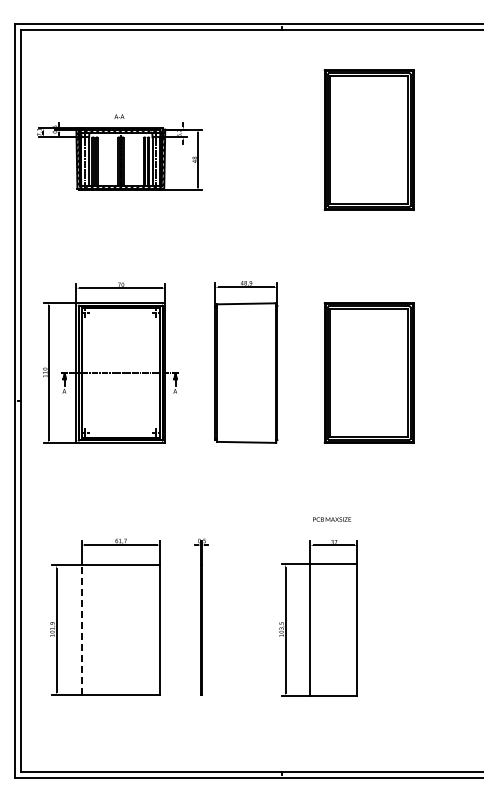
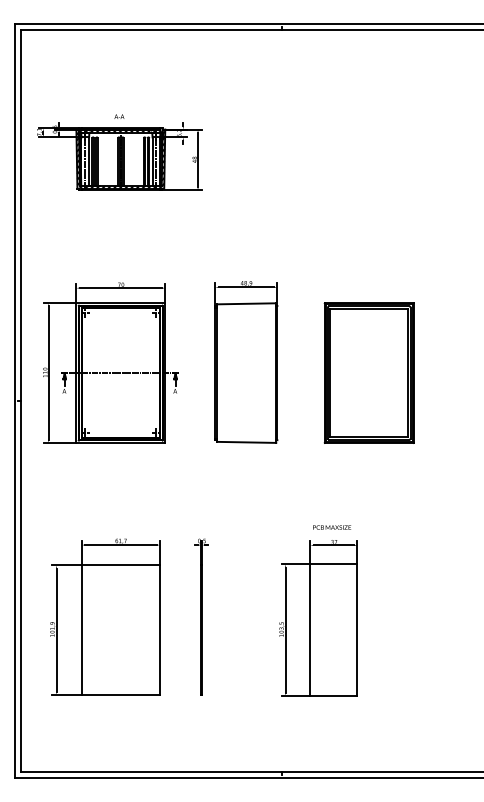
part at (368, 139): present -> none
text at (332, 519) position: (332, 519) -> (332, 527)
line at (81, 630): dashed -> solid
